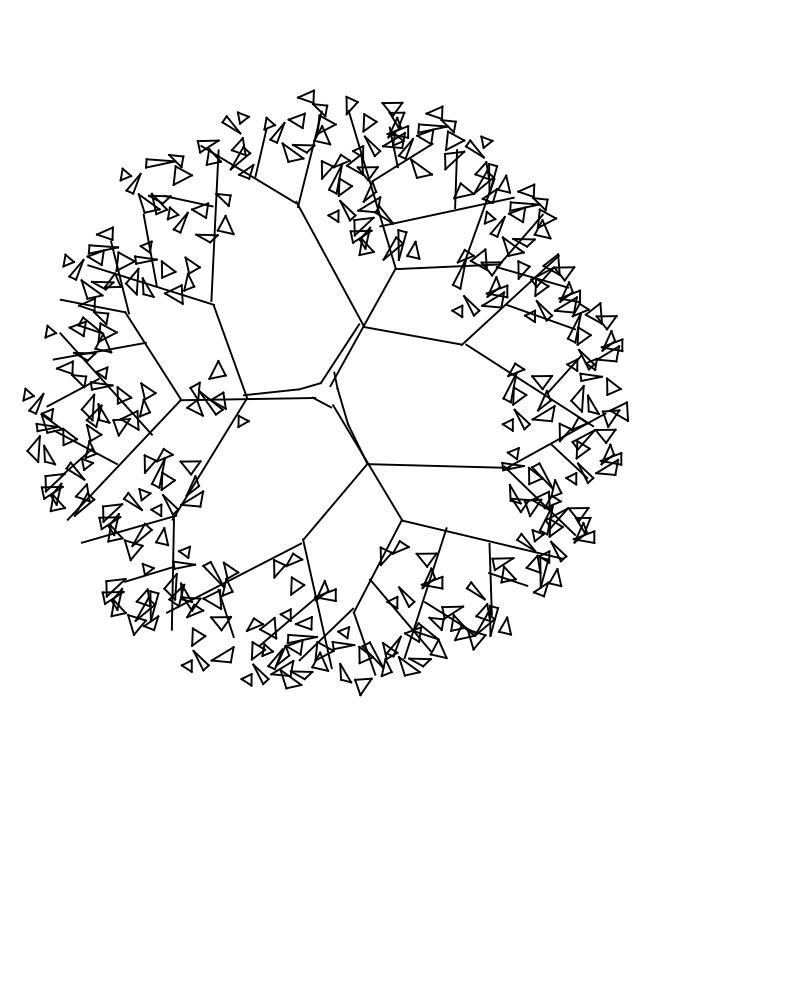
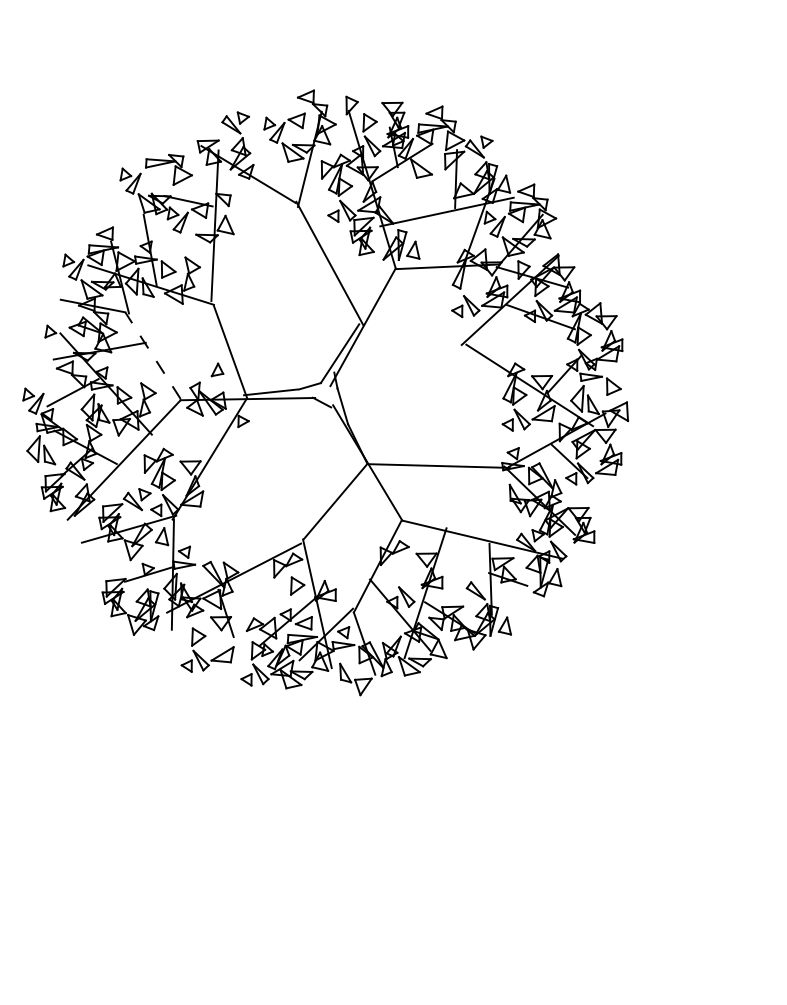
line at (260, 152): present -> none
line at (411, 335): present -> none
line at (152, 355): solid -> dashed
part at (217, 369) size: 19x20 px -> 15x16 px
